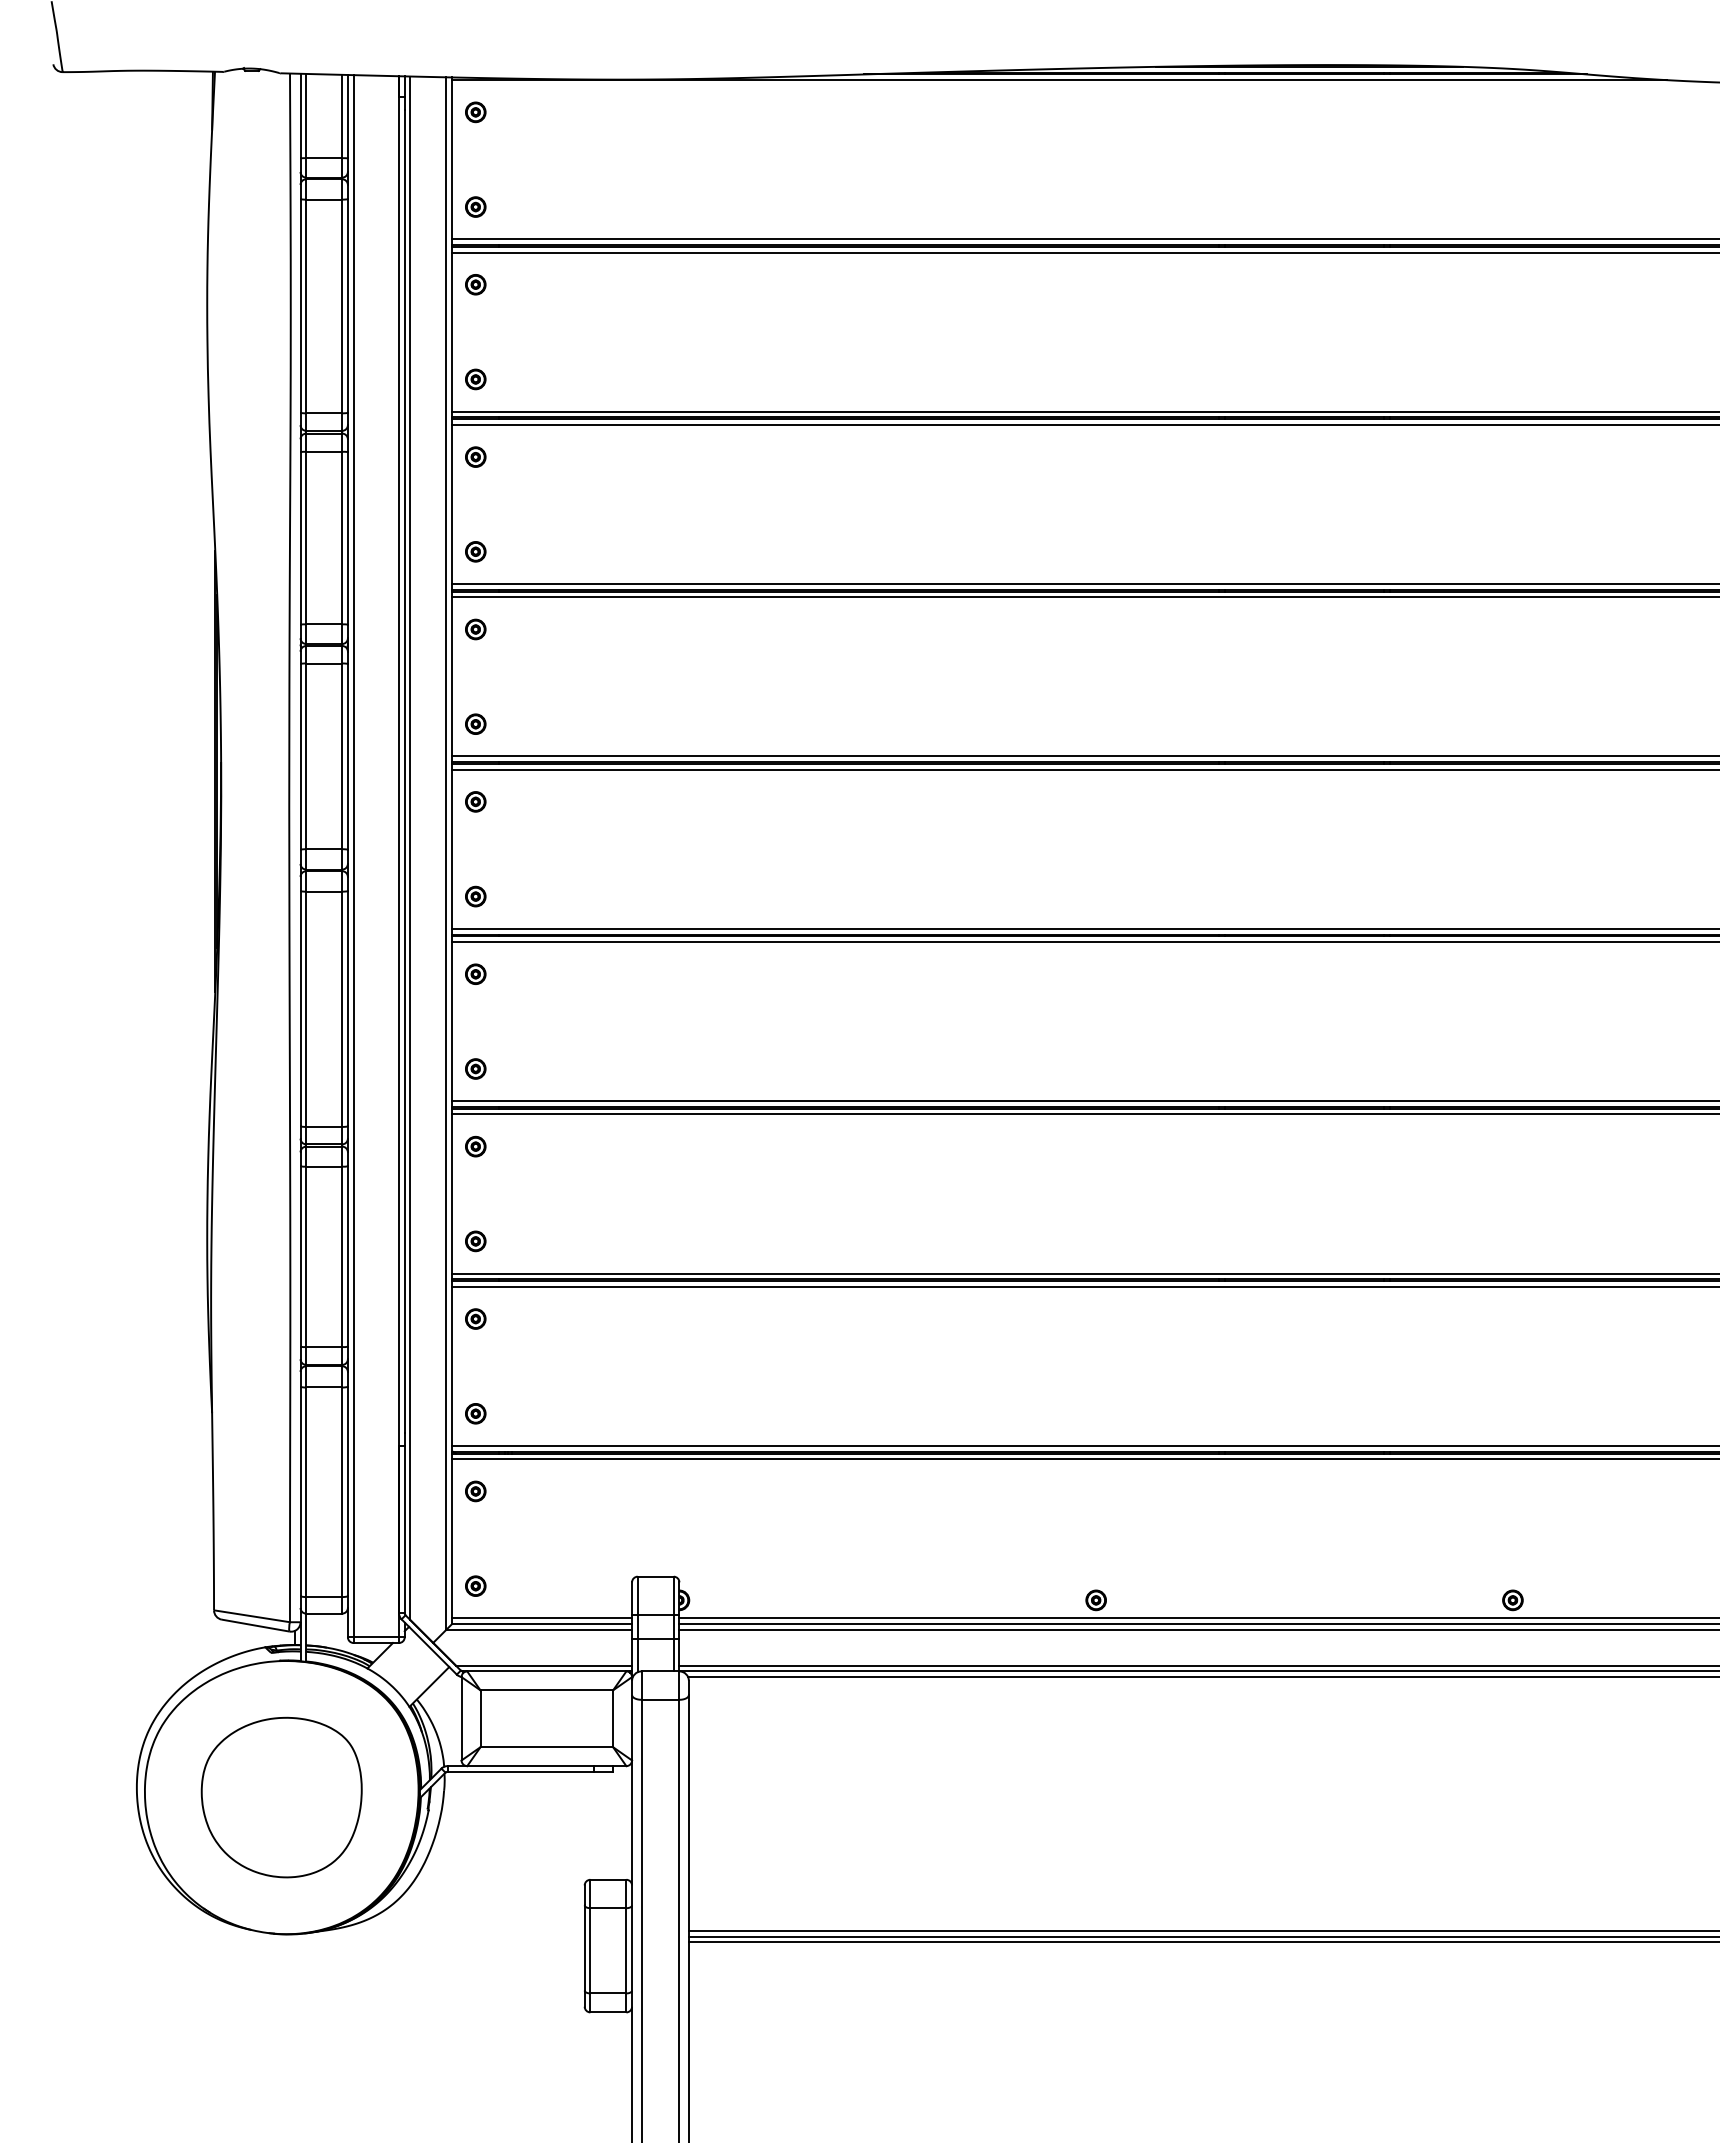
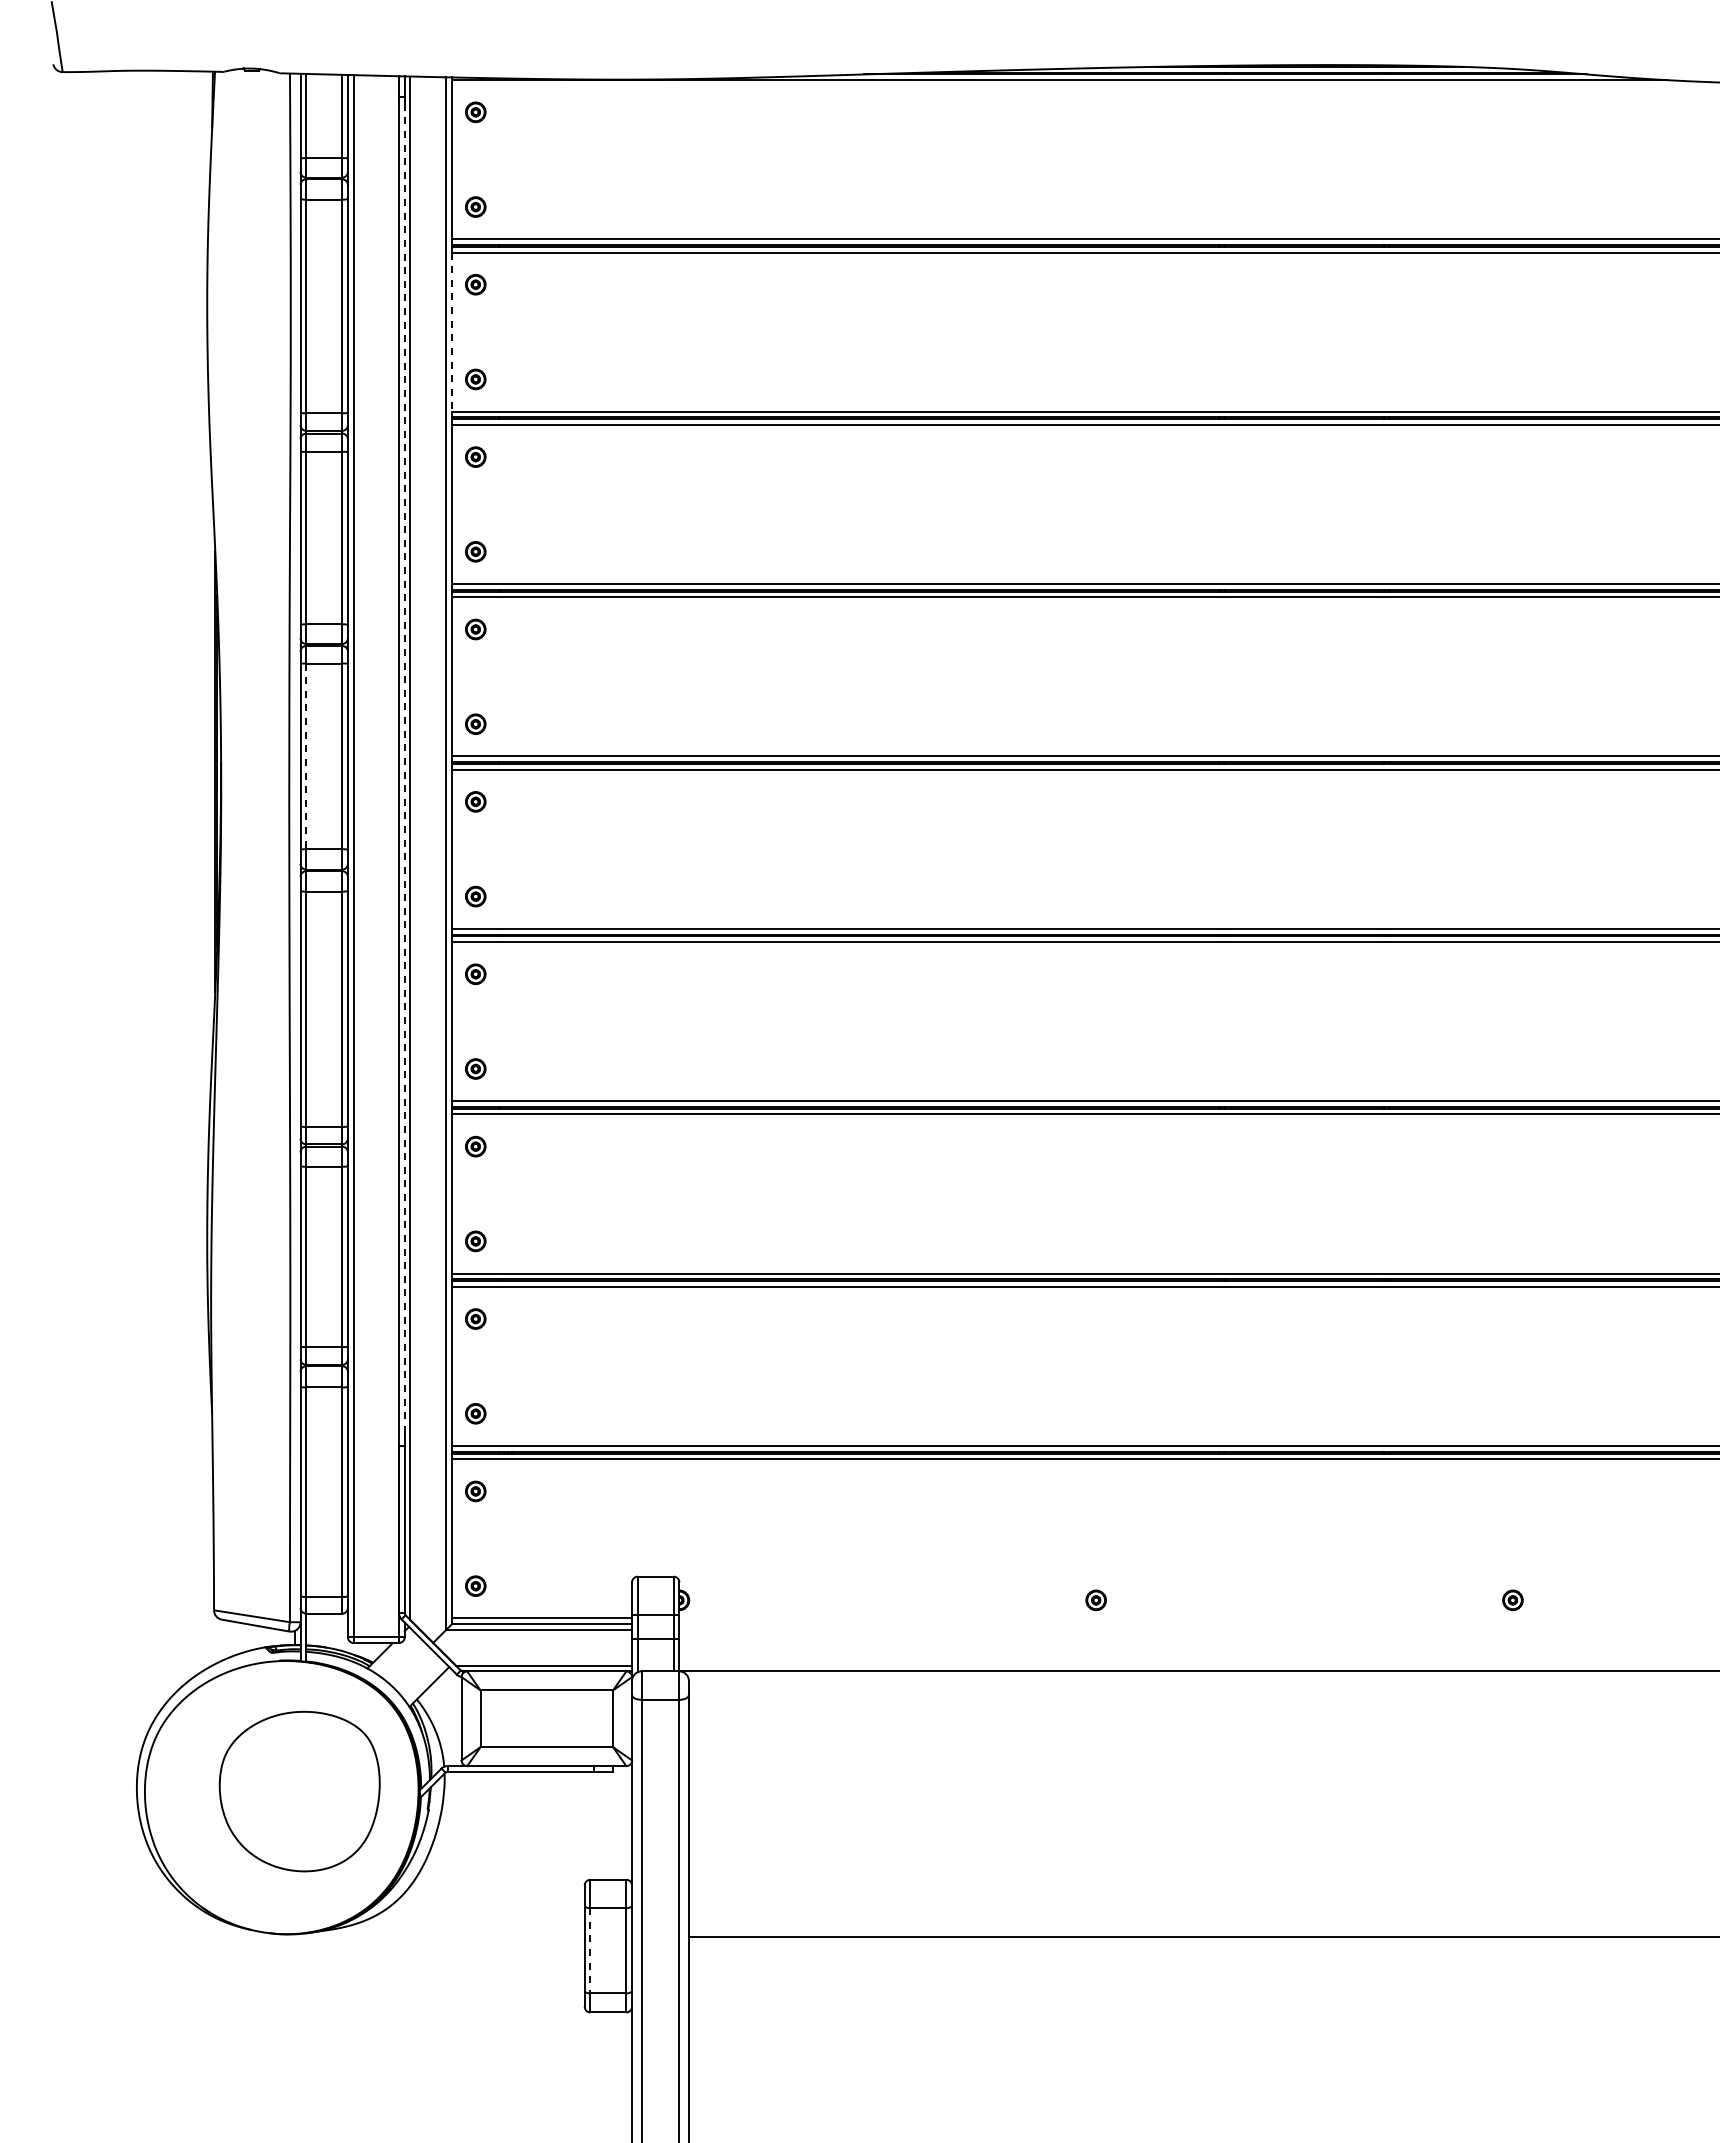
line at (452, 332): solid -> dashed
line at (306, 756): solid -> dashed
line at (404, 771): solid -> dashed
line at (1197, 1618): present -> none
line at (1197, 1624): present -> none
line at (1197, 1629): present -> none
line at (1197, 1665): present -> none
line at (1202, 1677): present -> none
part at (281, 1797) position: (281, 1797) -> (299, 1791)
line at (1202, 1930): present -> none
line at (1202, 1942): present -> none
line at (590, 1950): solid -> dashed
